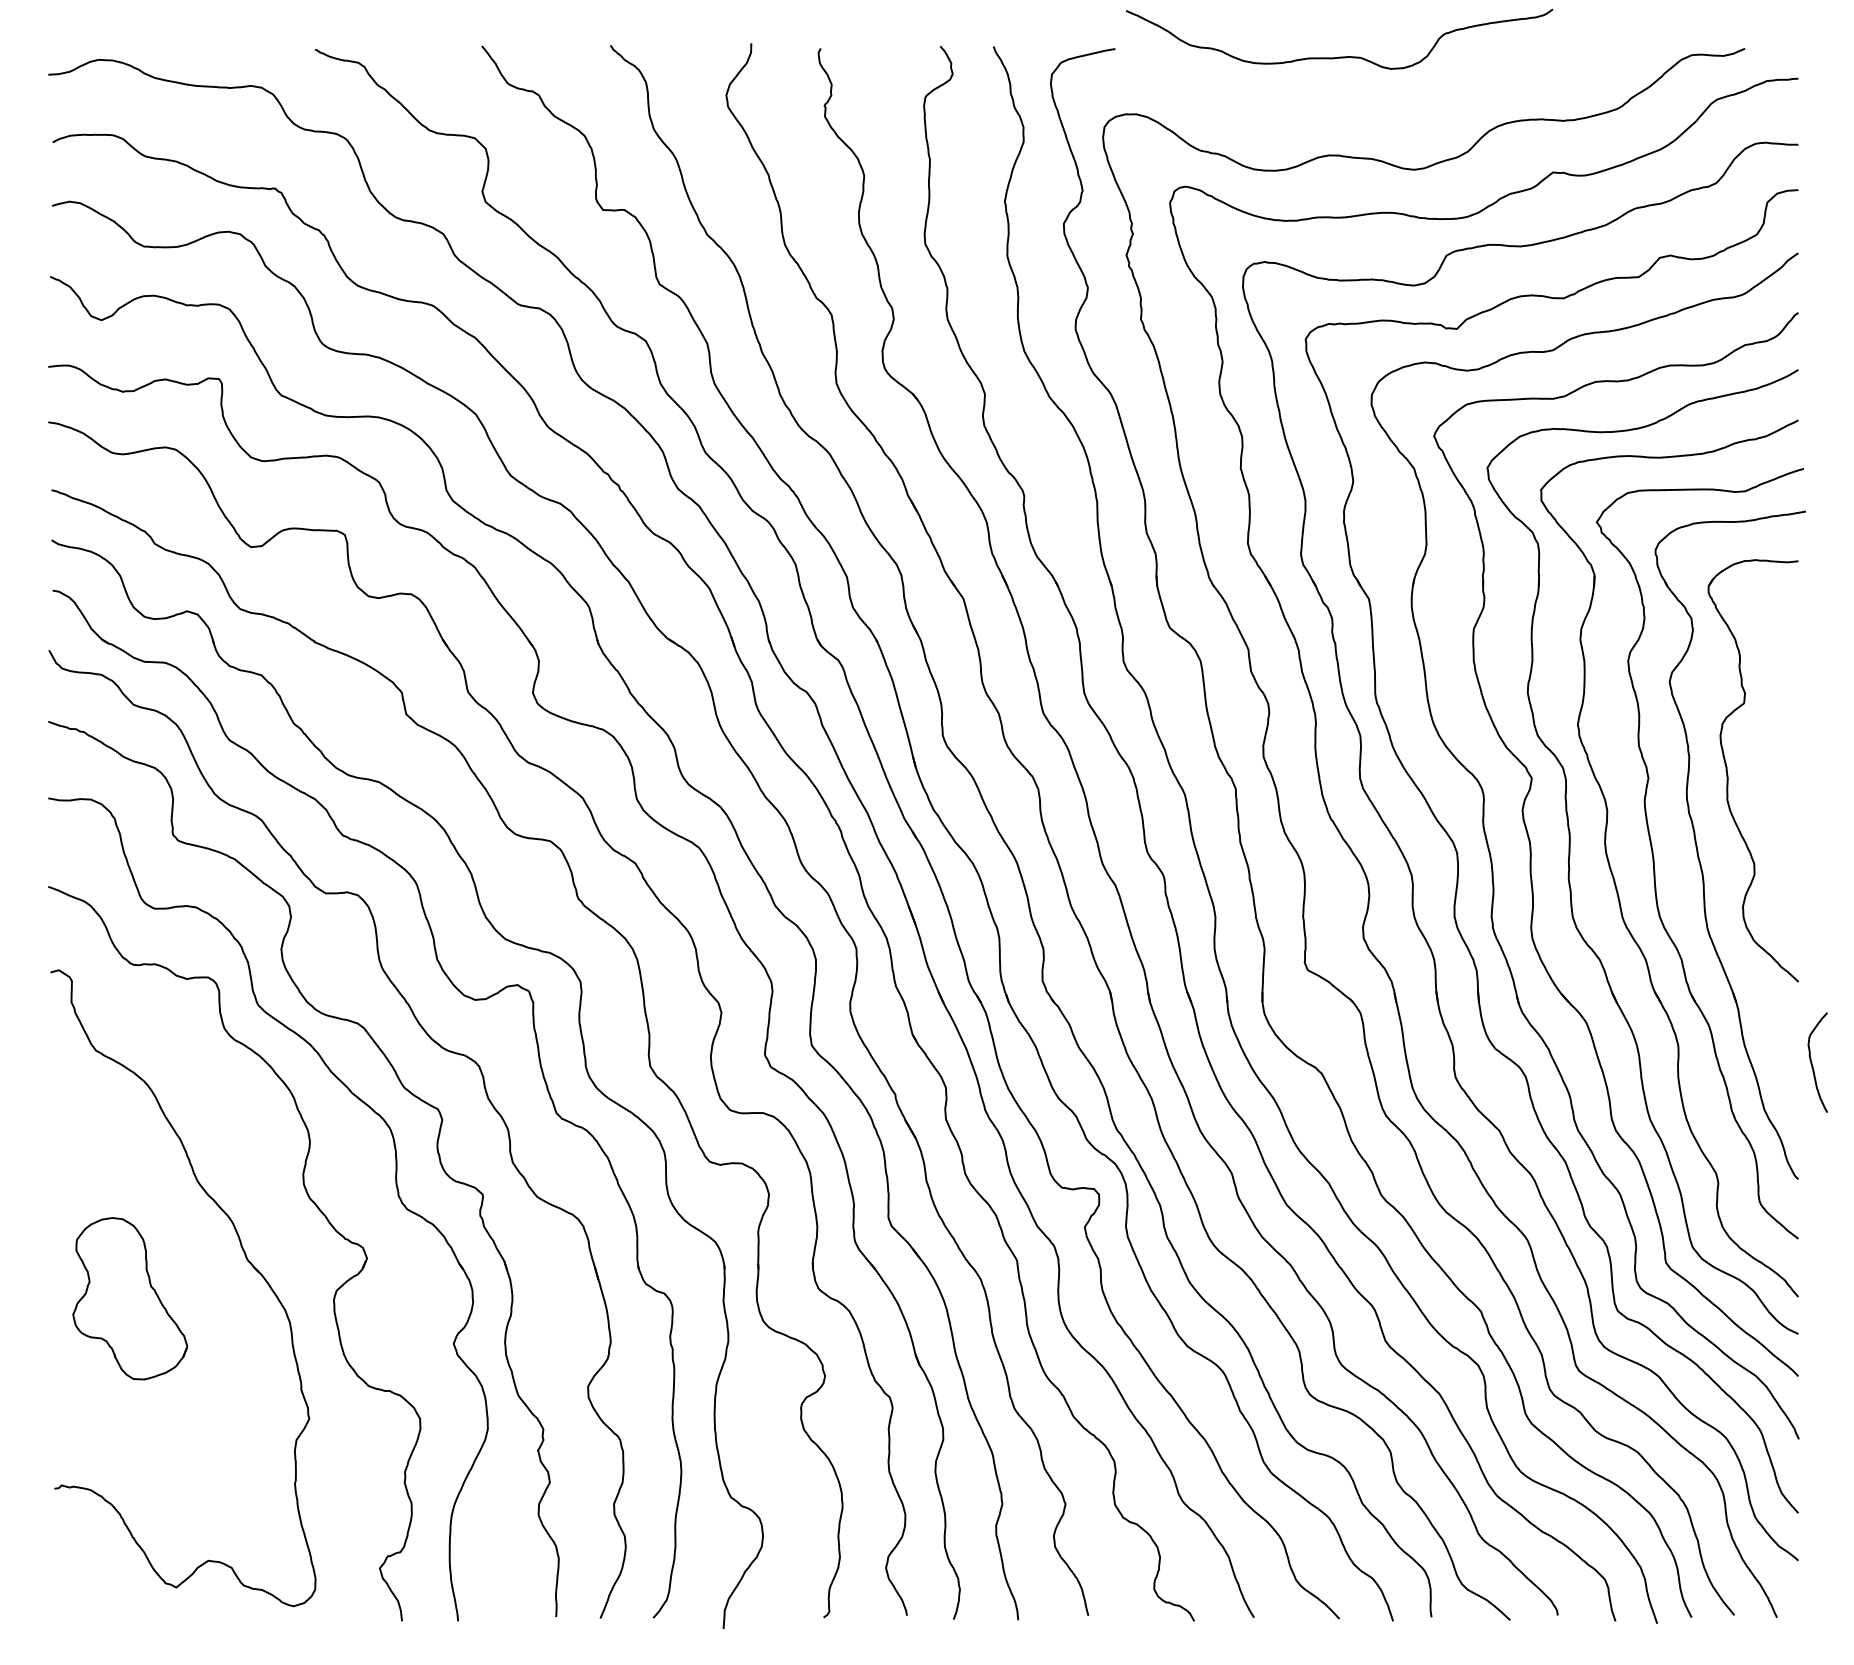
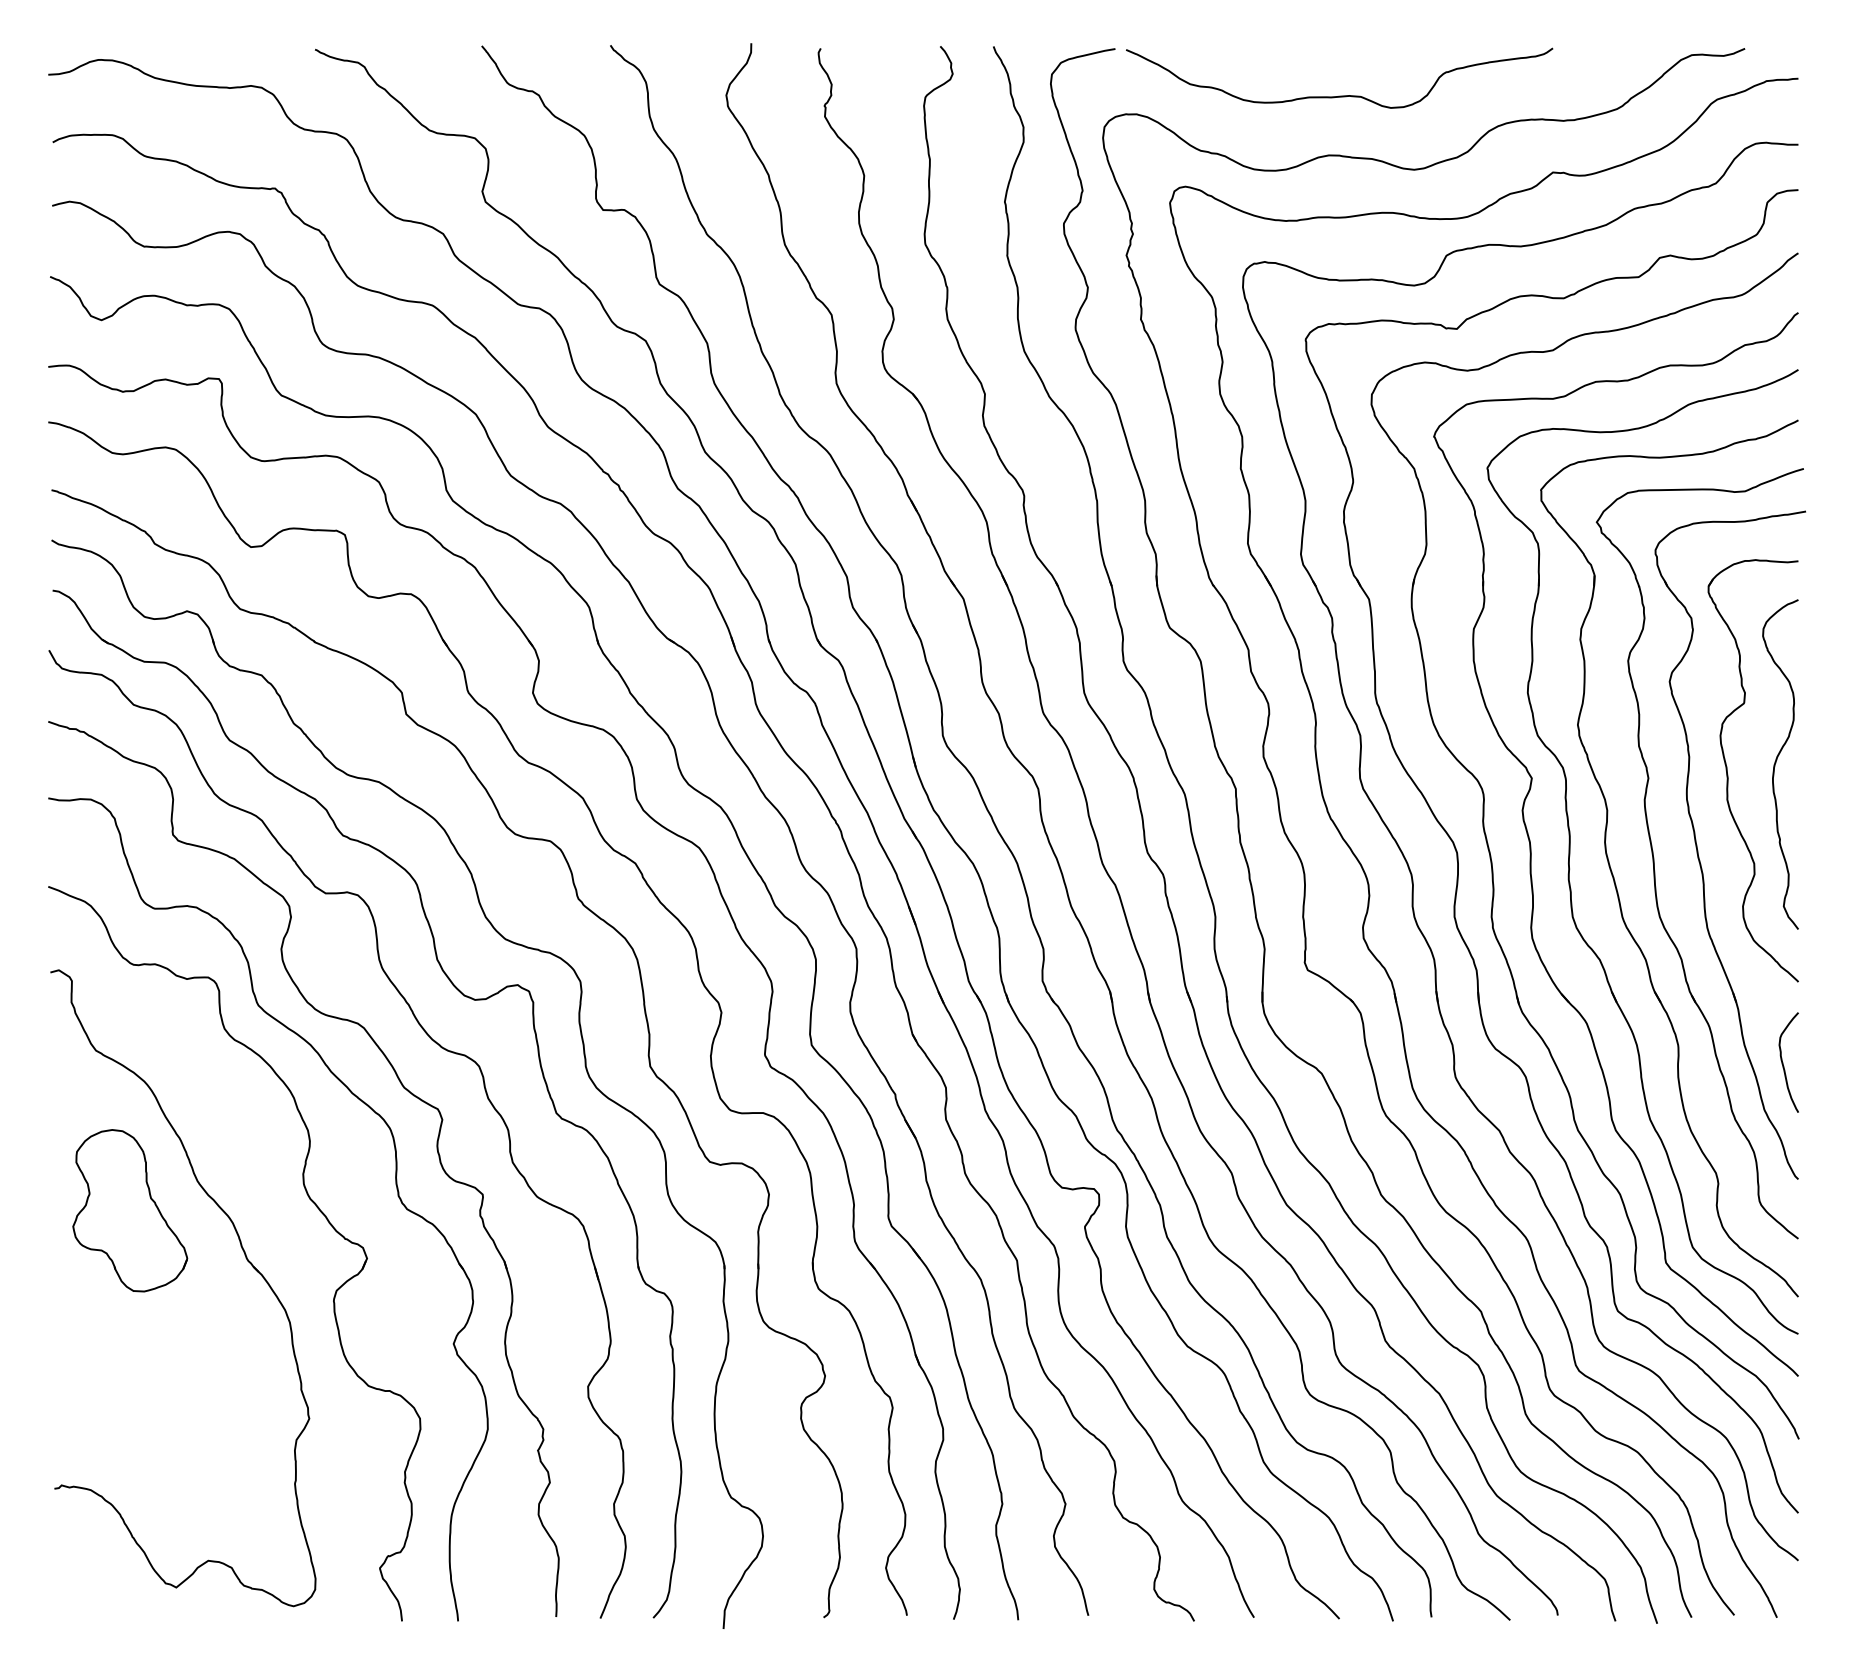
curve at (1339, 56) position: (1339, 56) -> (1339, 95)
curve at (1776, 763): none -> present
curve at (1812, 1062) position: (1812, 1062) -> (1783, 1062)
part at (130, 1298) position: (130, 1298) -> (130, 1210)
